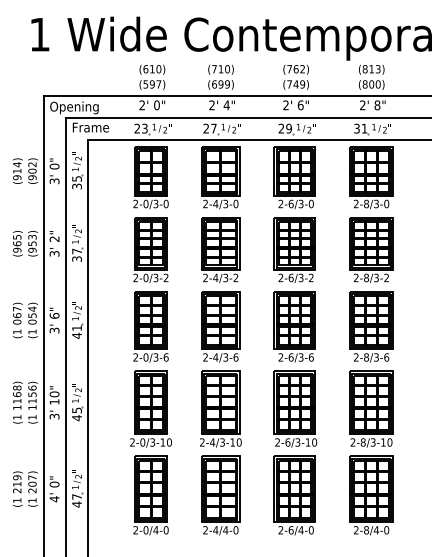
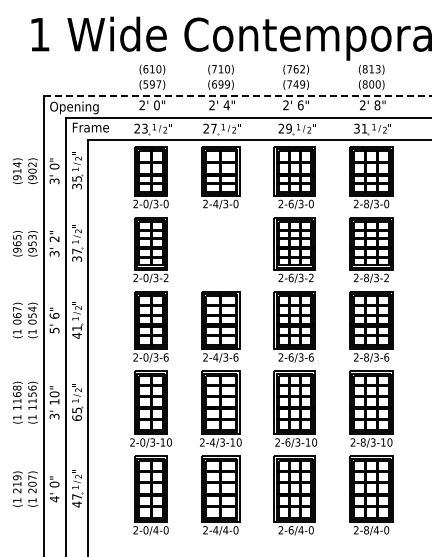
line at (237, 95): solid -> dashed
part at (220, 250): present -> none
text at (53, 330): 3' -> 5'
text at (76, 418): 45 -> 65
